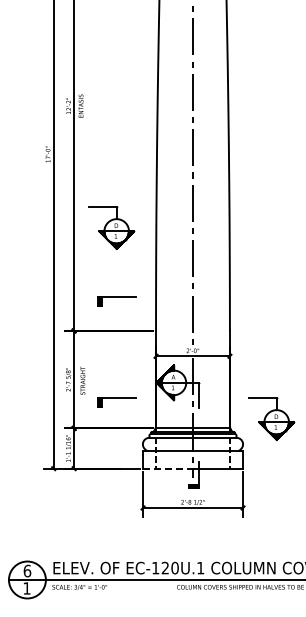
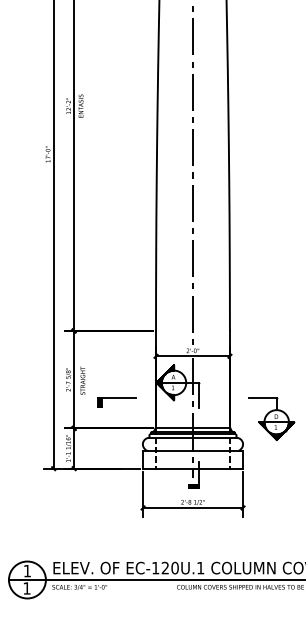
part at (111, 228): present -> none
part at (116, 301): present -> none
line at (168, 468): dashed -> solid
text at (27, 570): 6 -> 1
